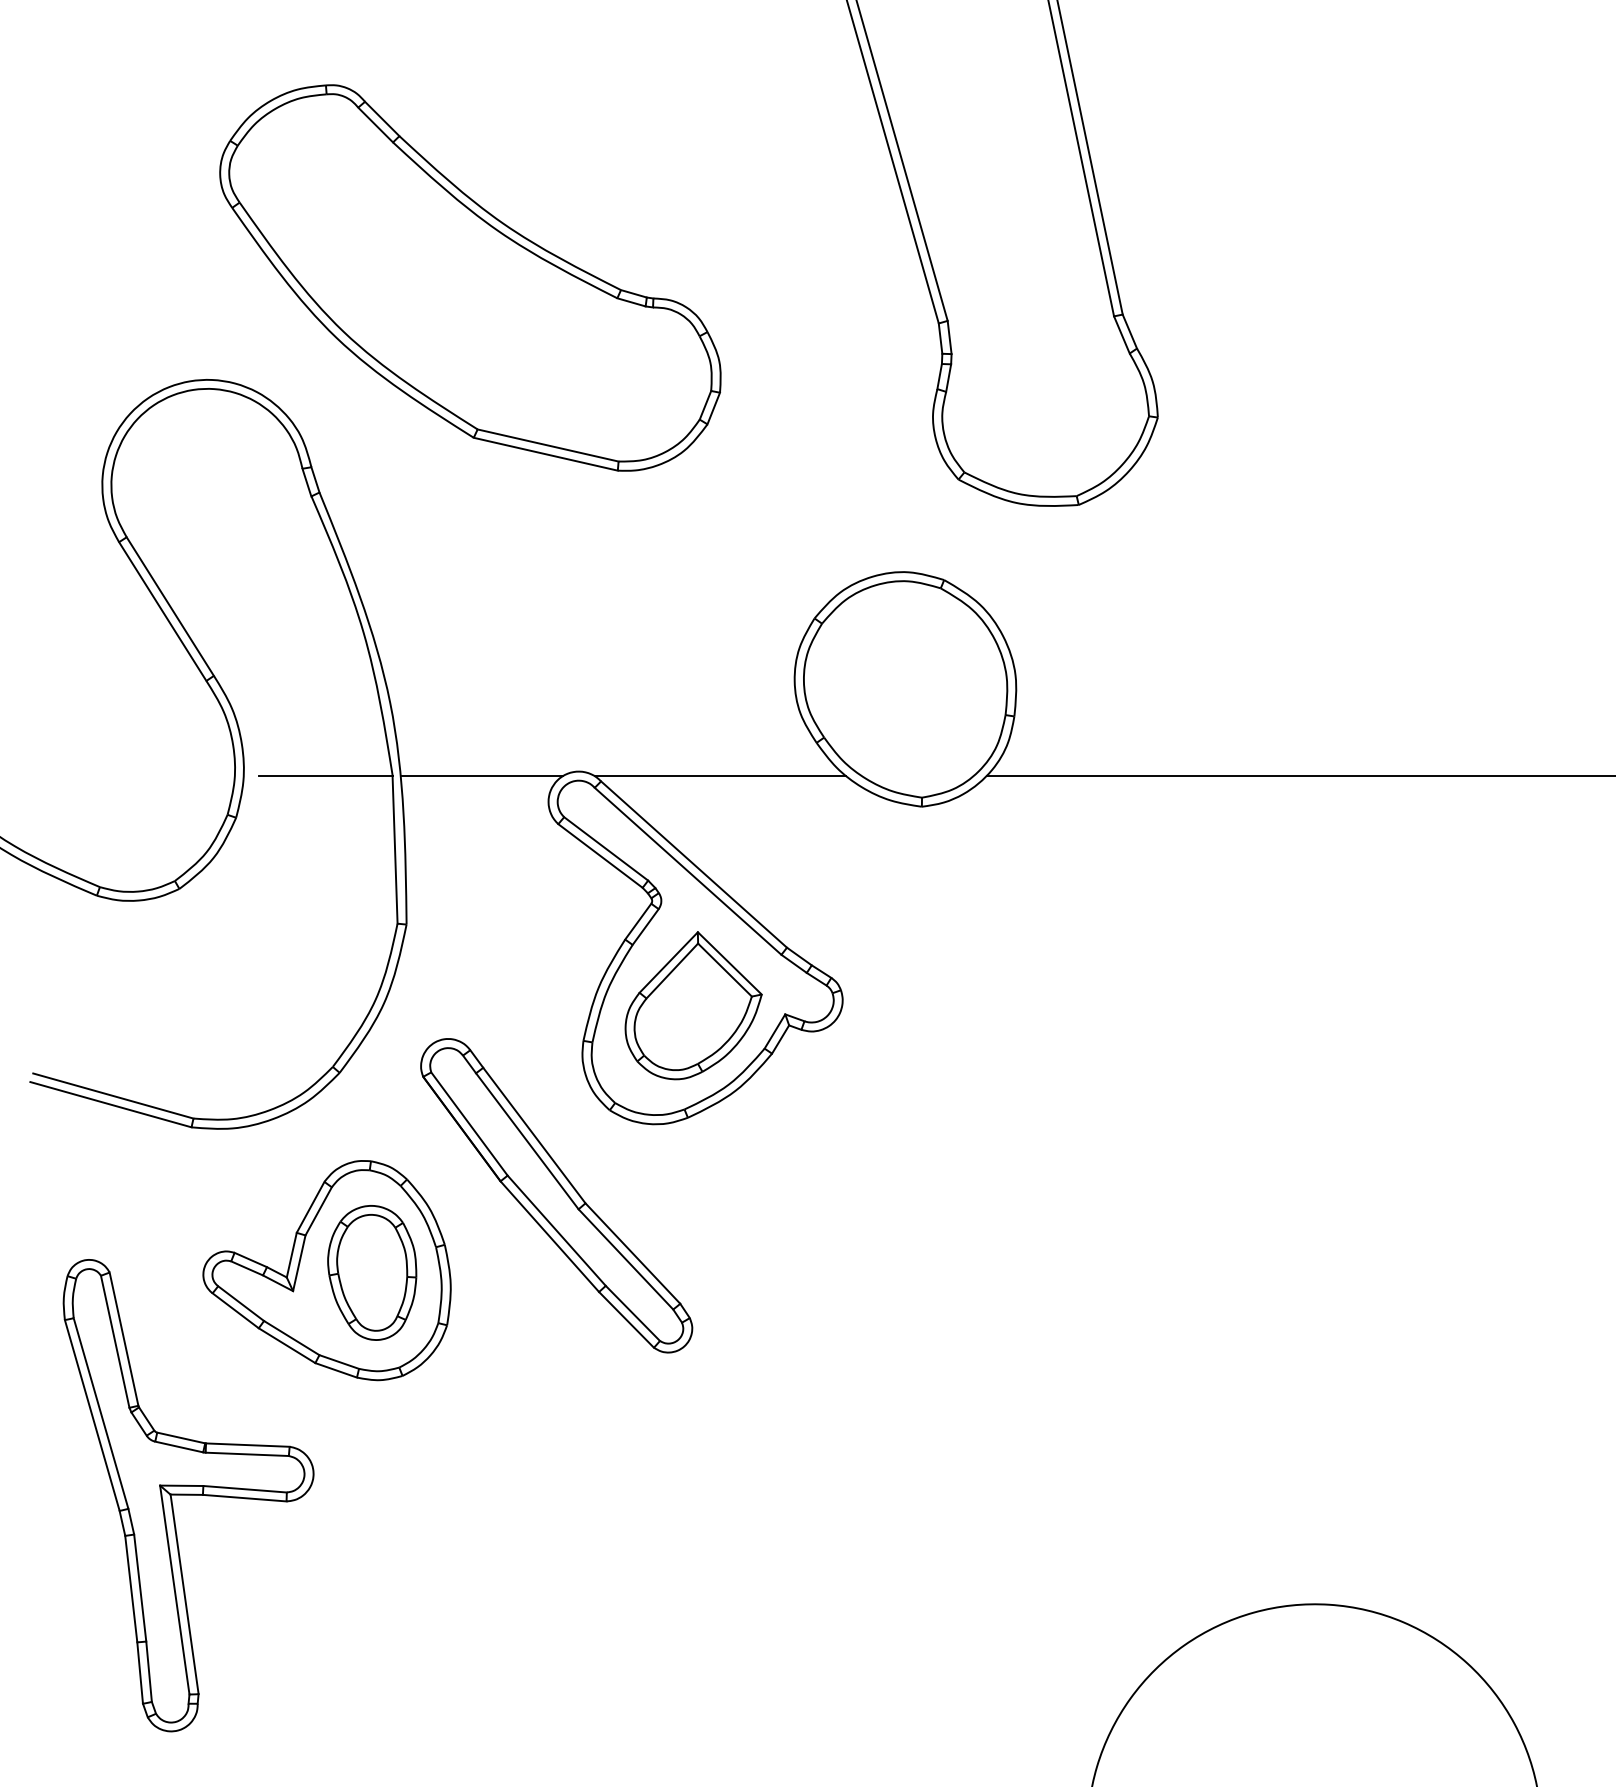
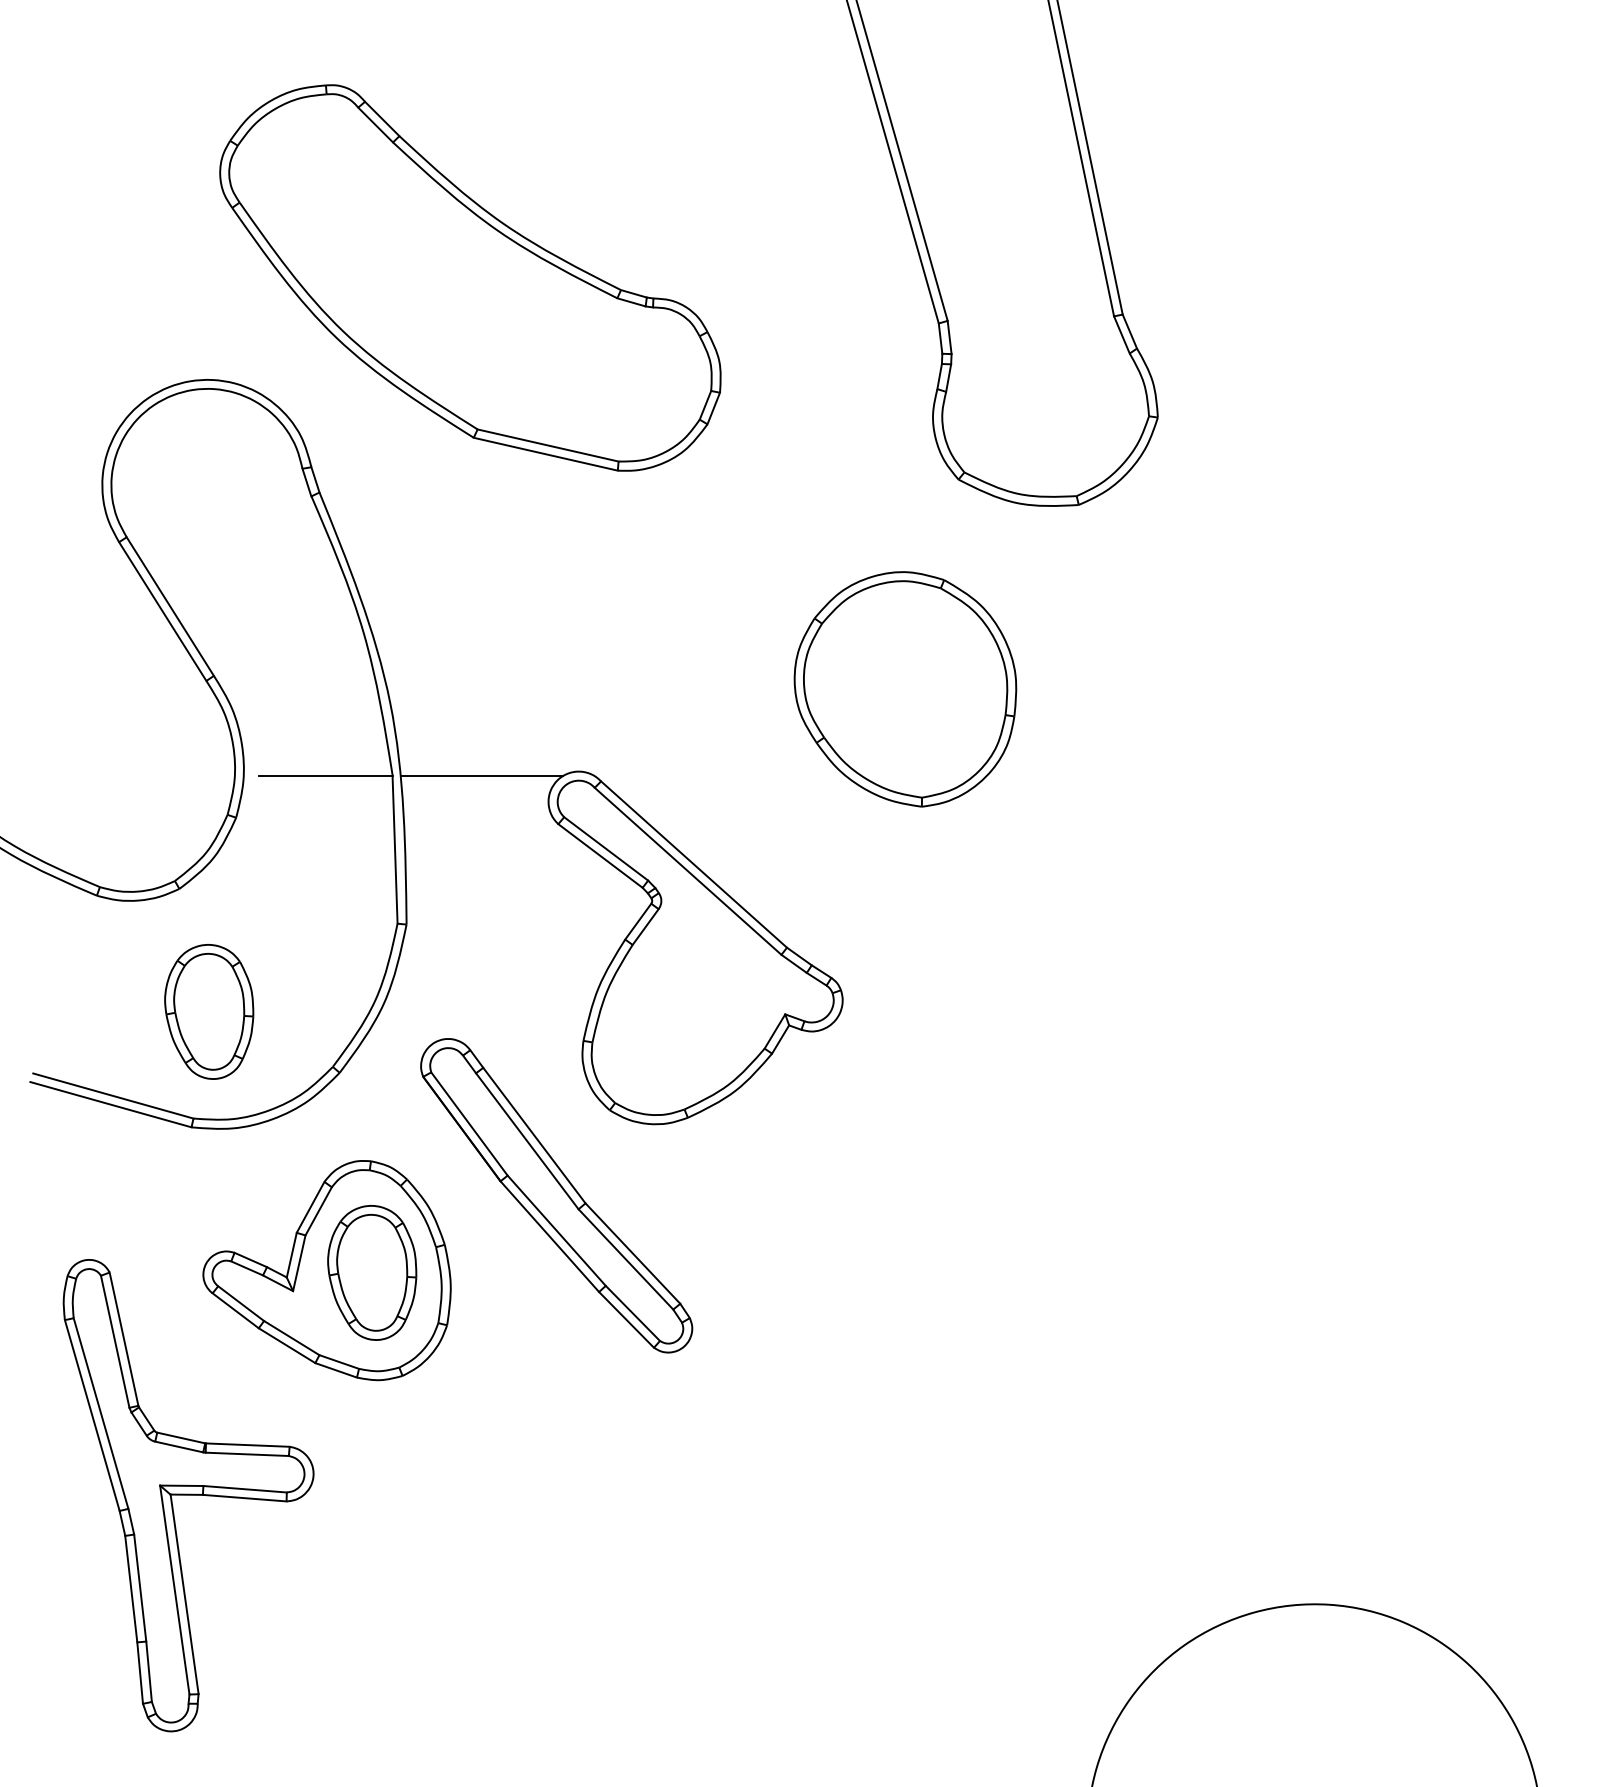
line at (719, 776): present -> none
line at (1299, 776): present -> none
part at (693, 1005): present -> none
part at (209, 1011): none -> present
